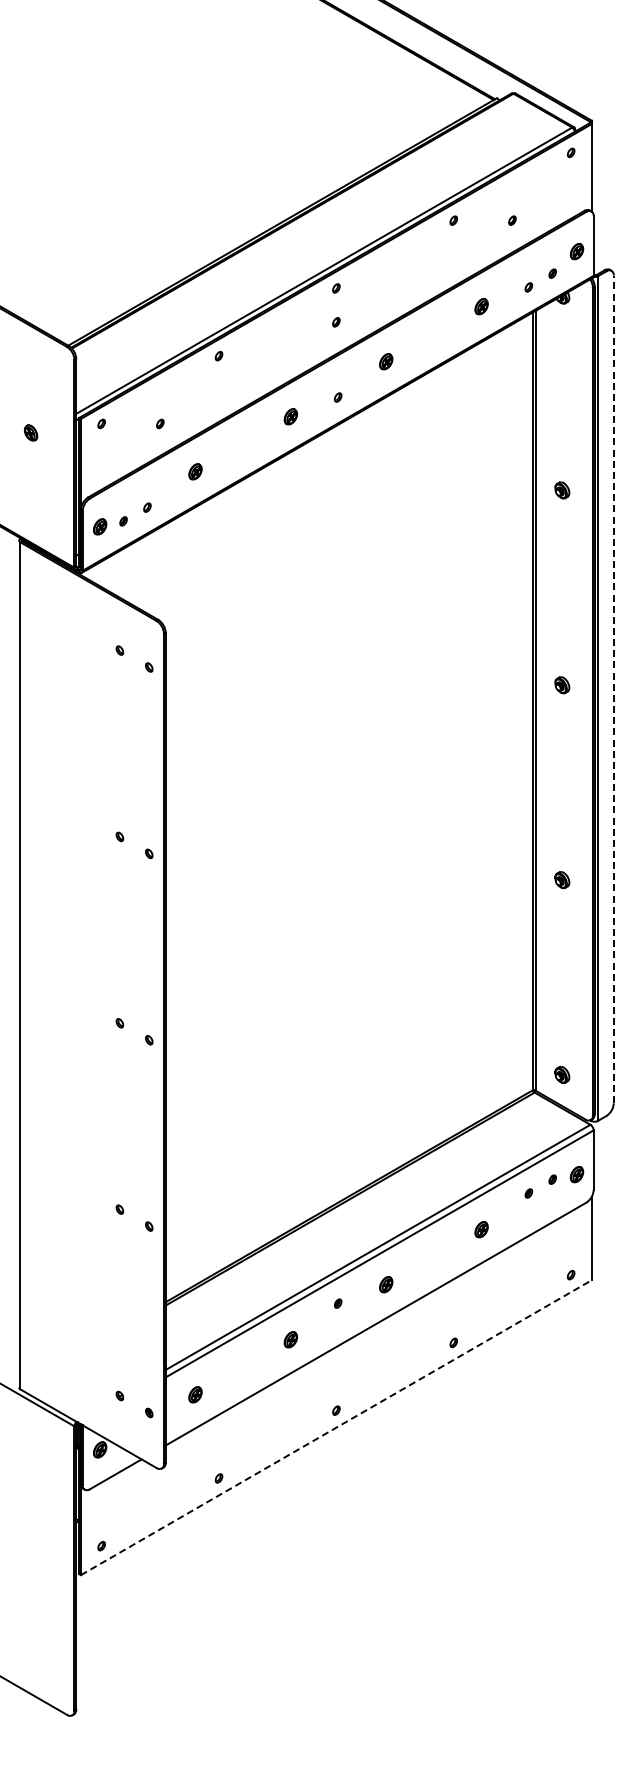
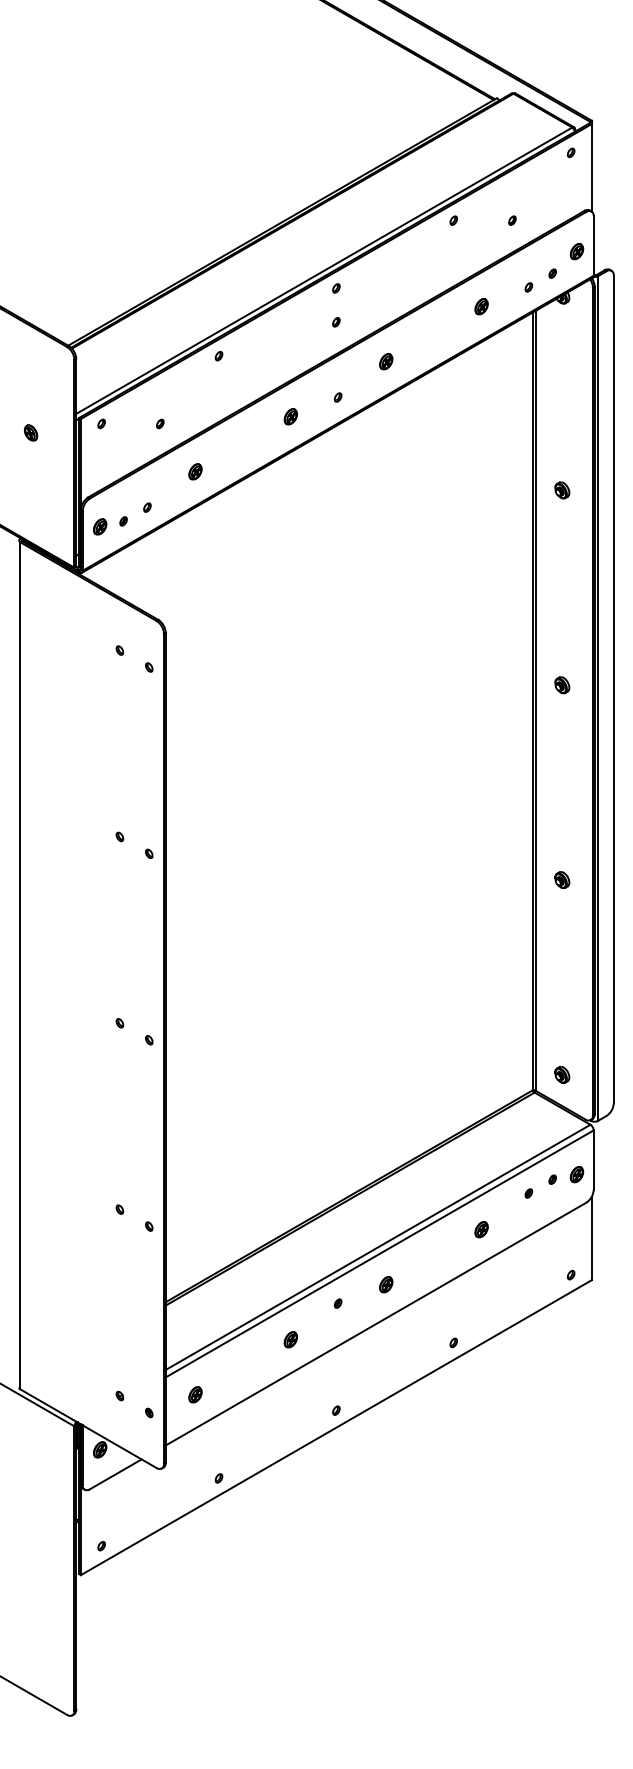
line at (613, 689): dashed -> solid
line at (336, 1427): dashed -> solid
